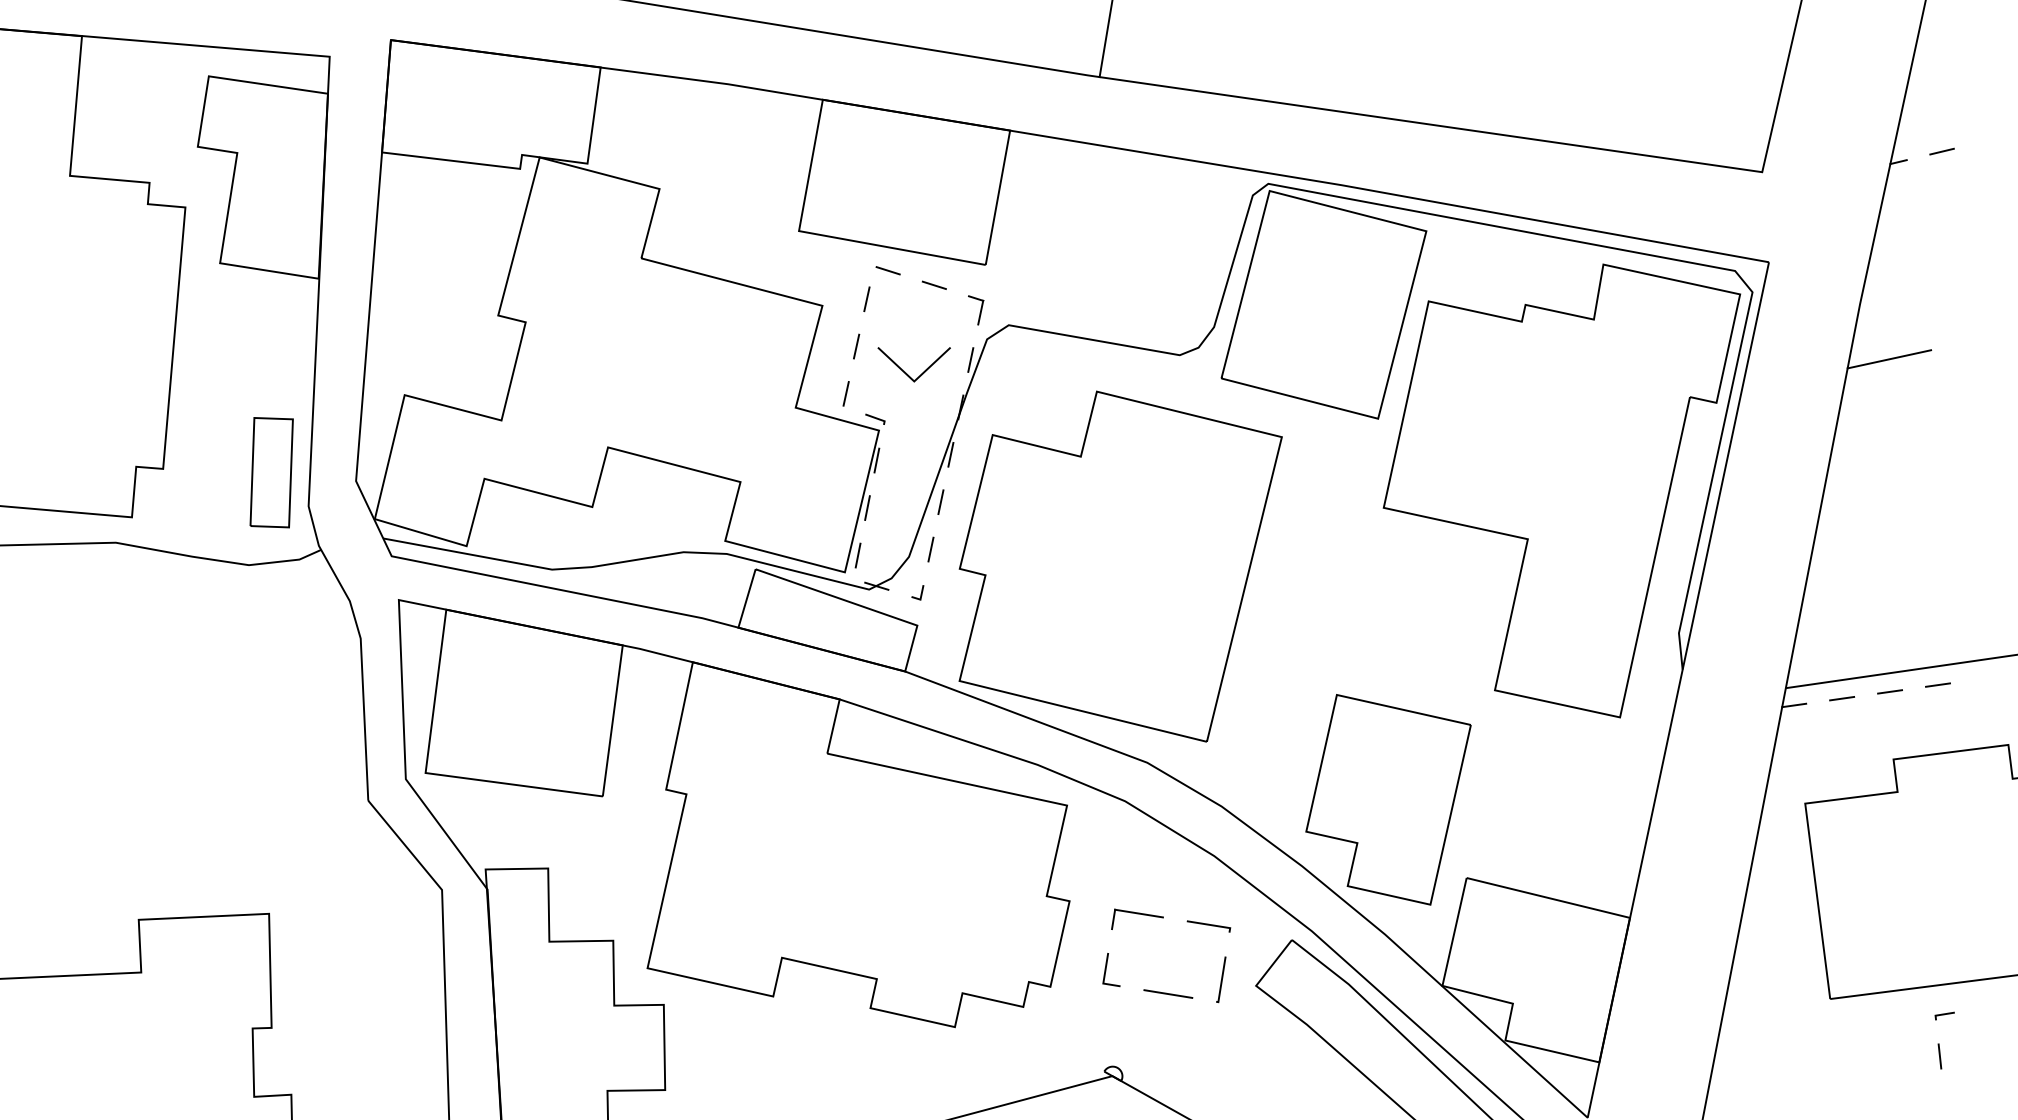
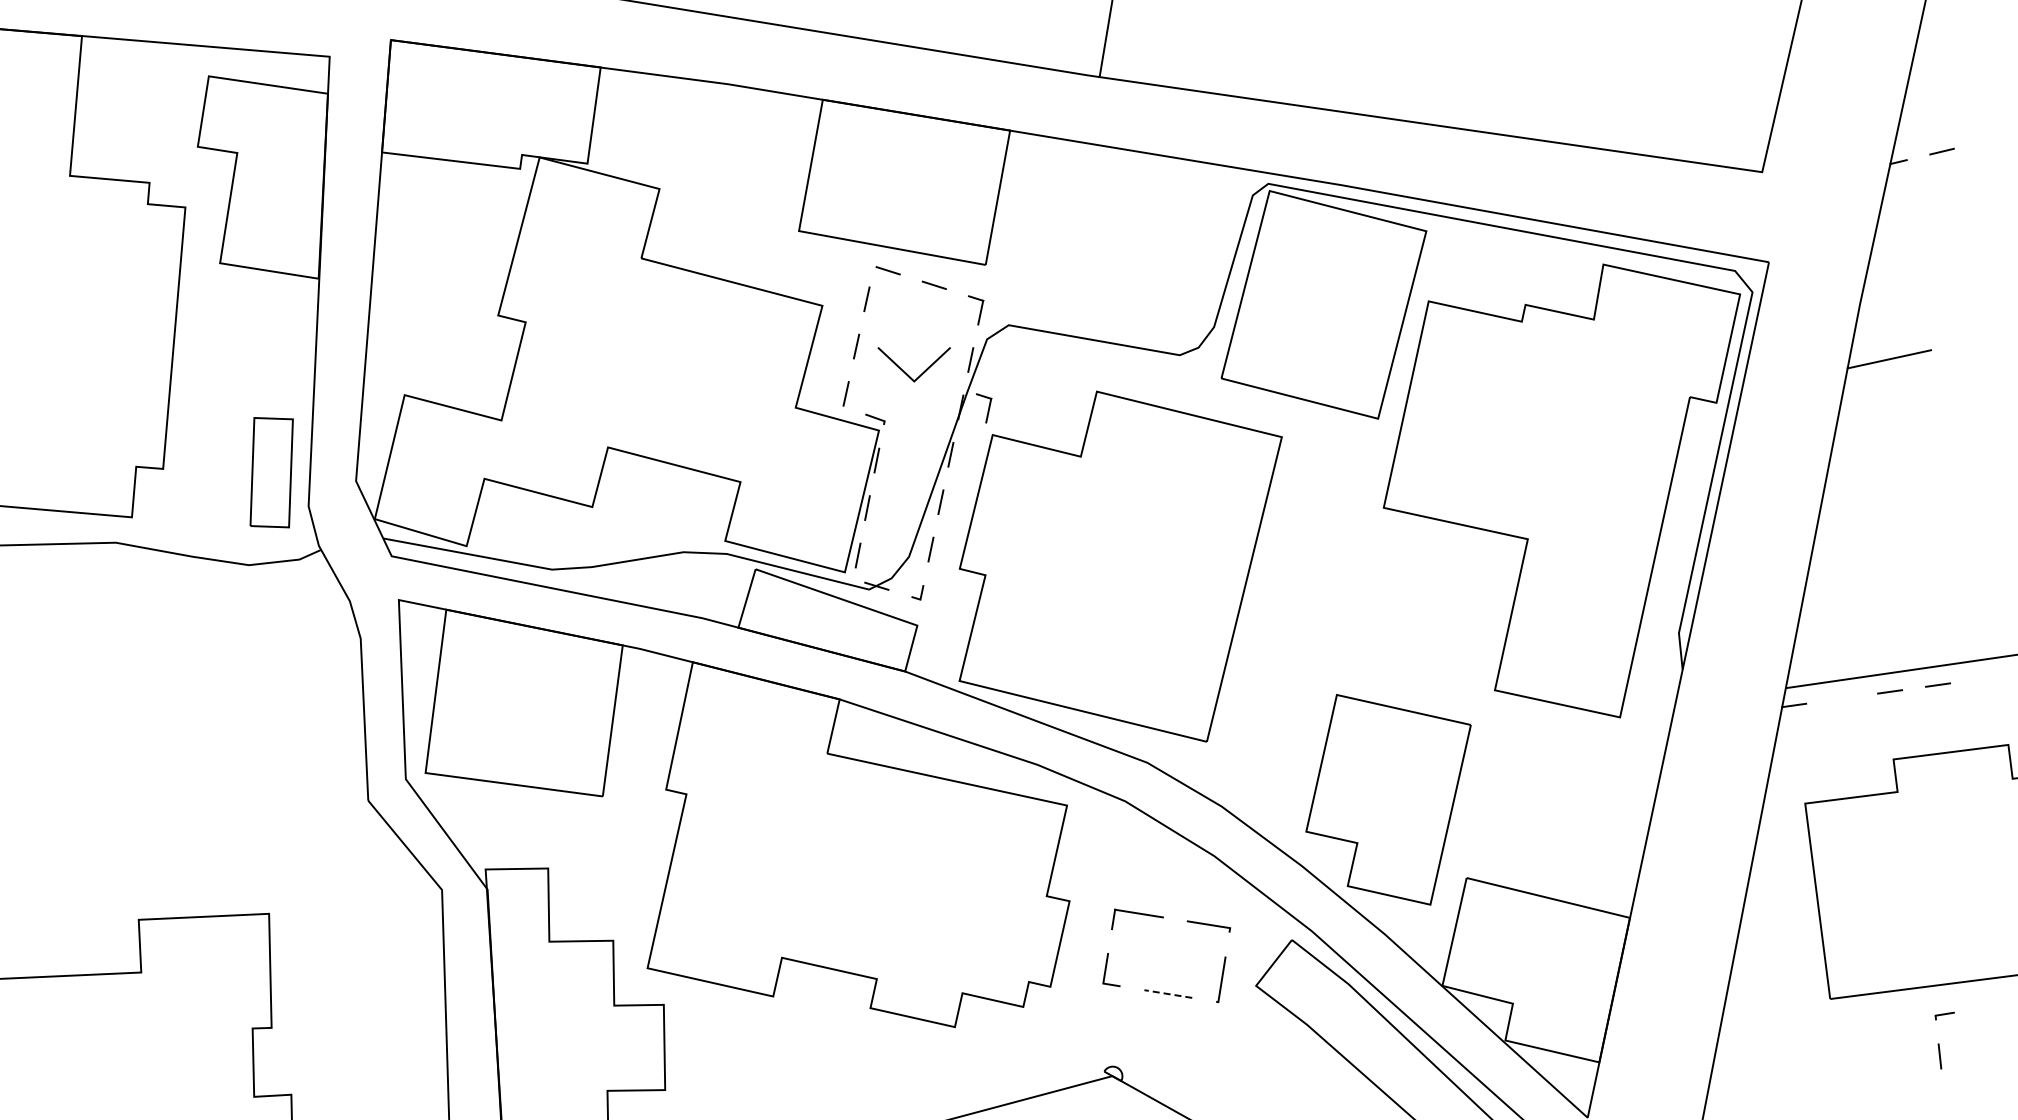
part at (984, 408): none -> present
line at (1842, 698): present -> none
line at (1167, 993): solid -> dashed
